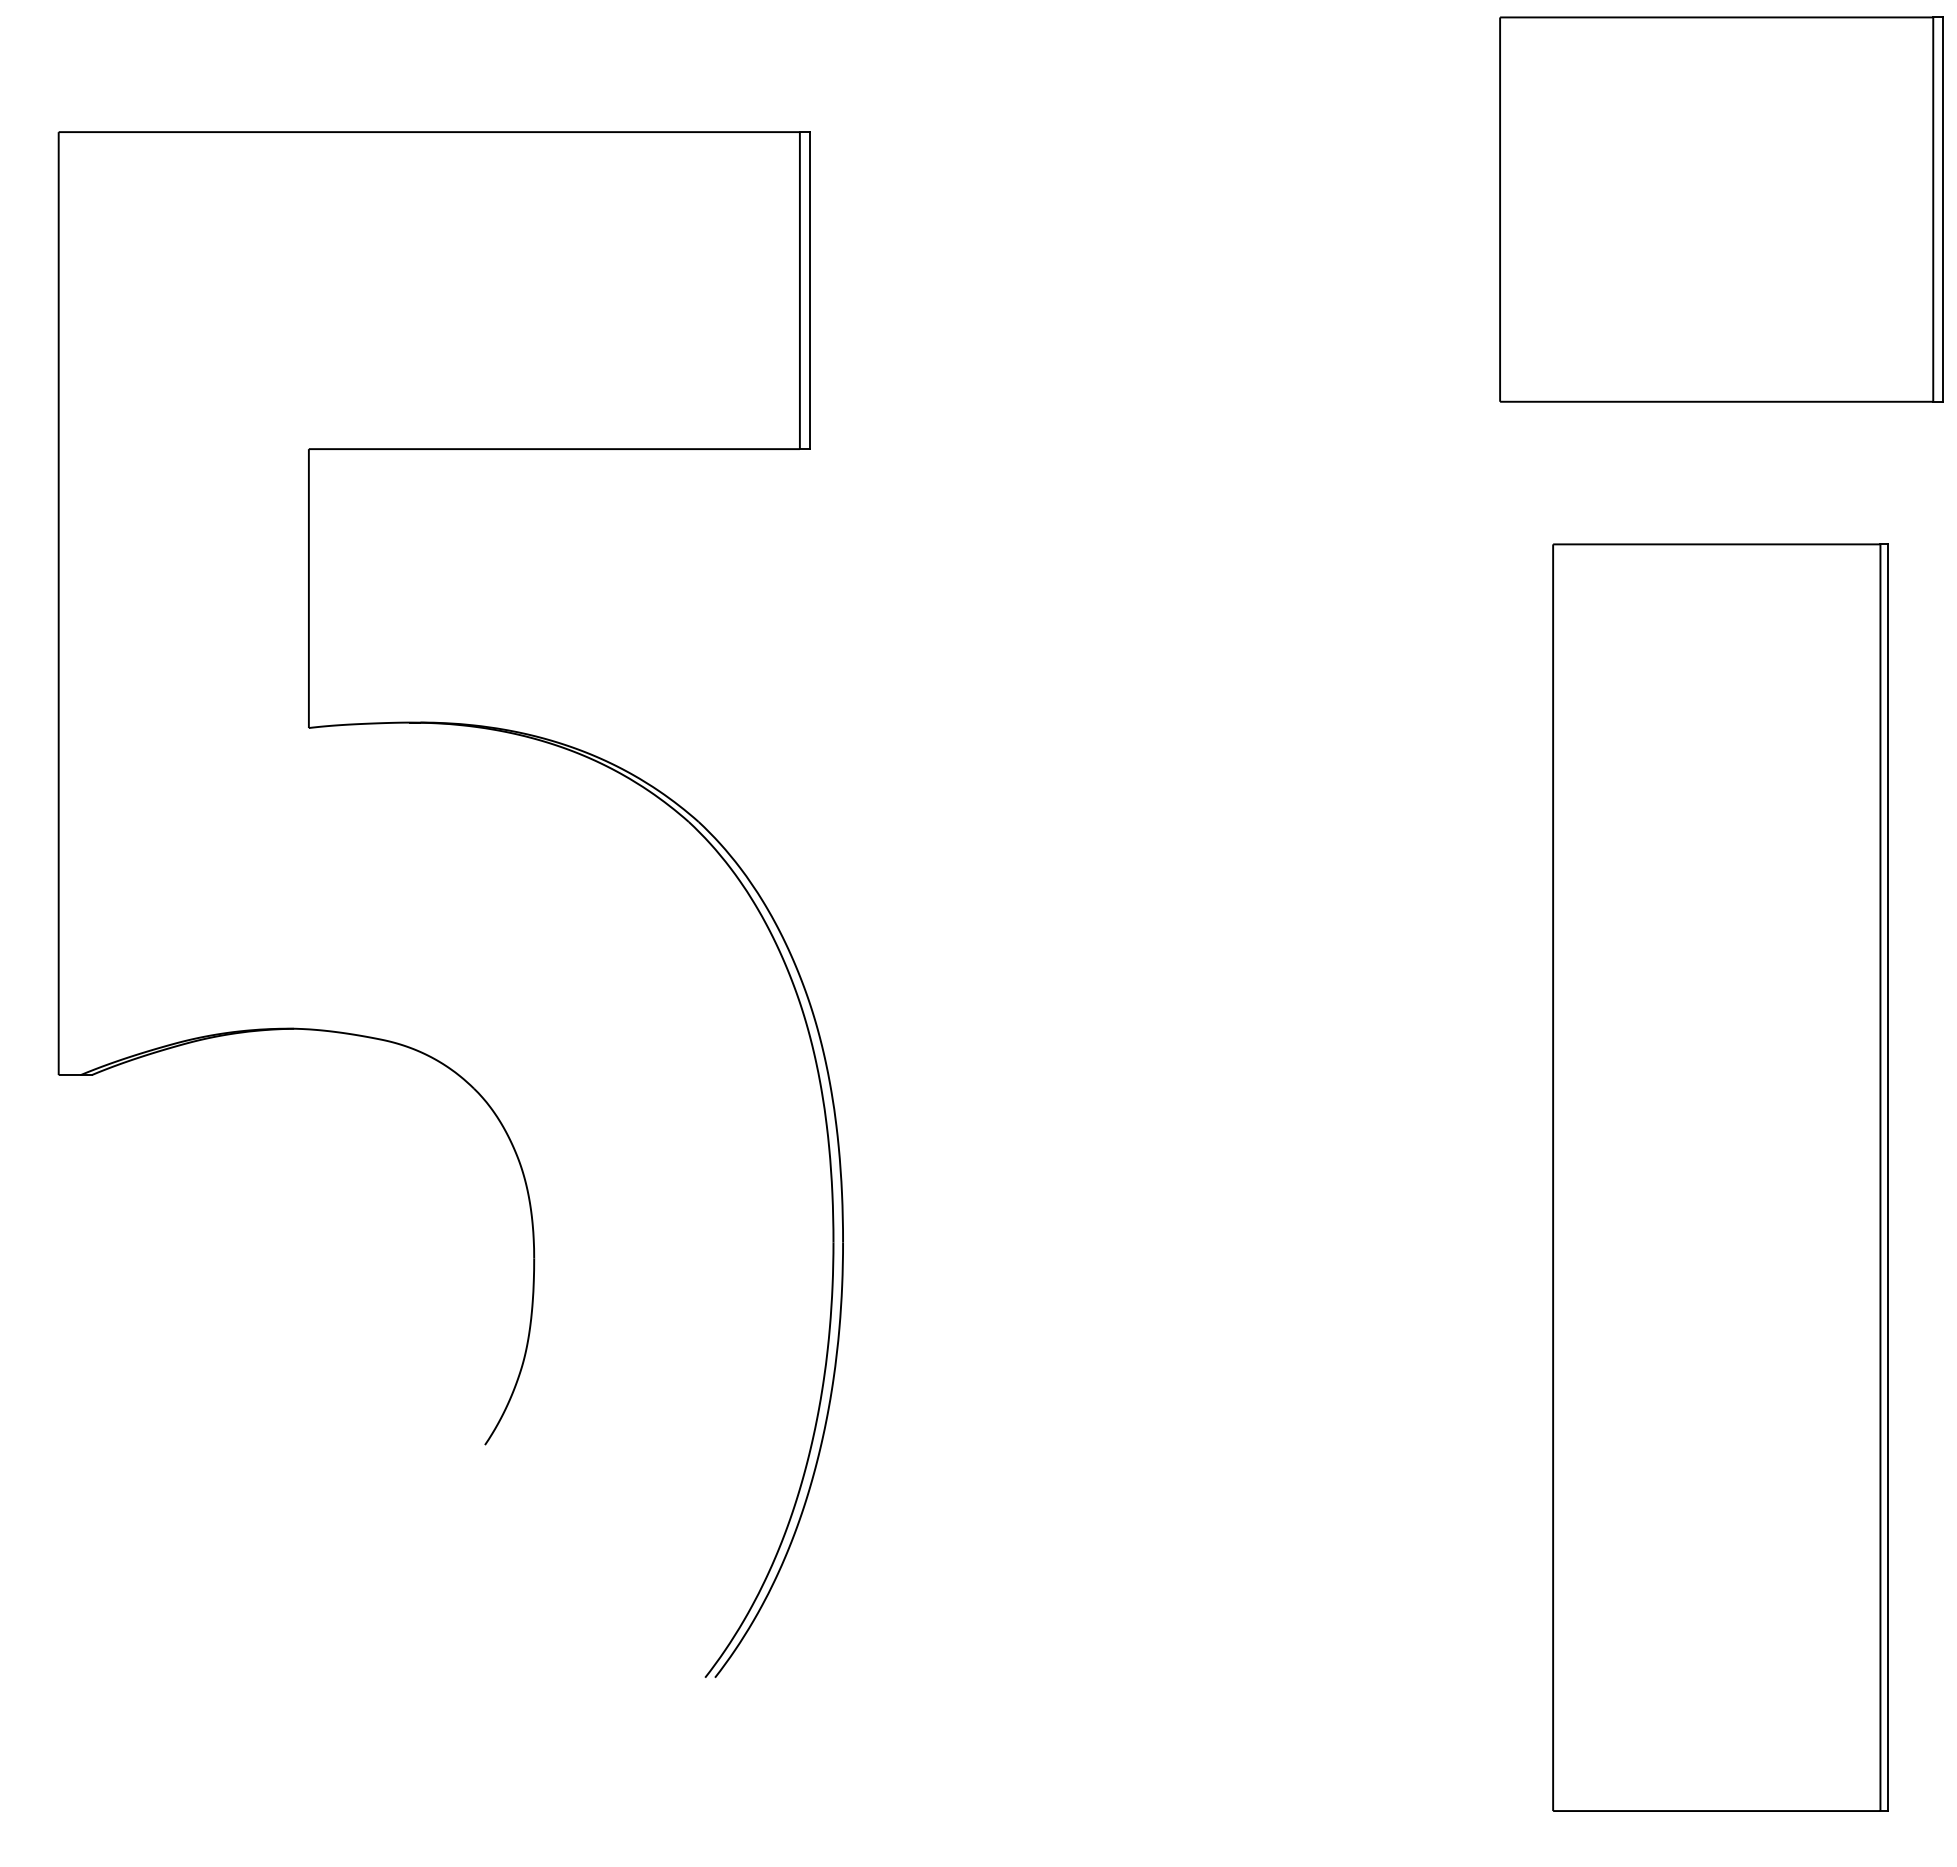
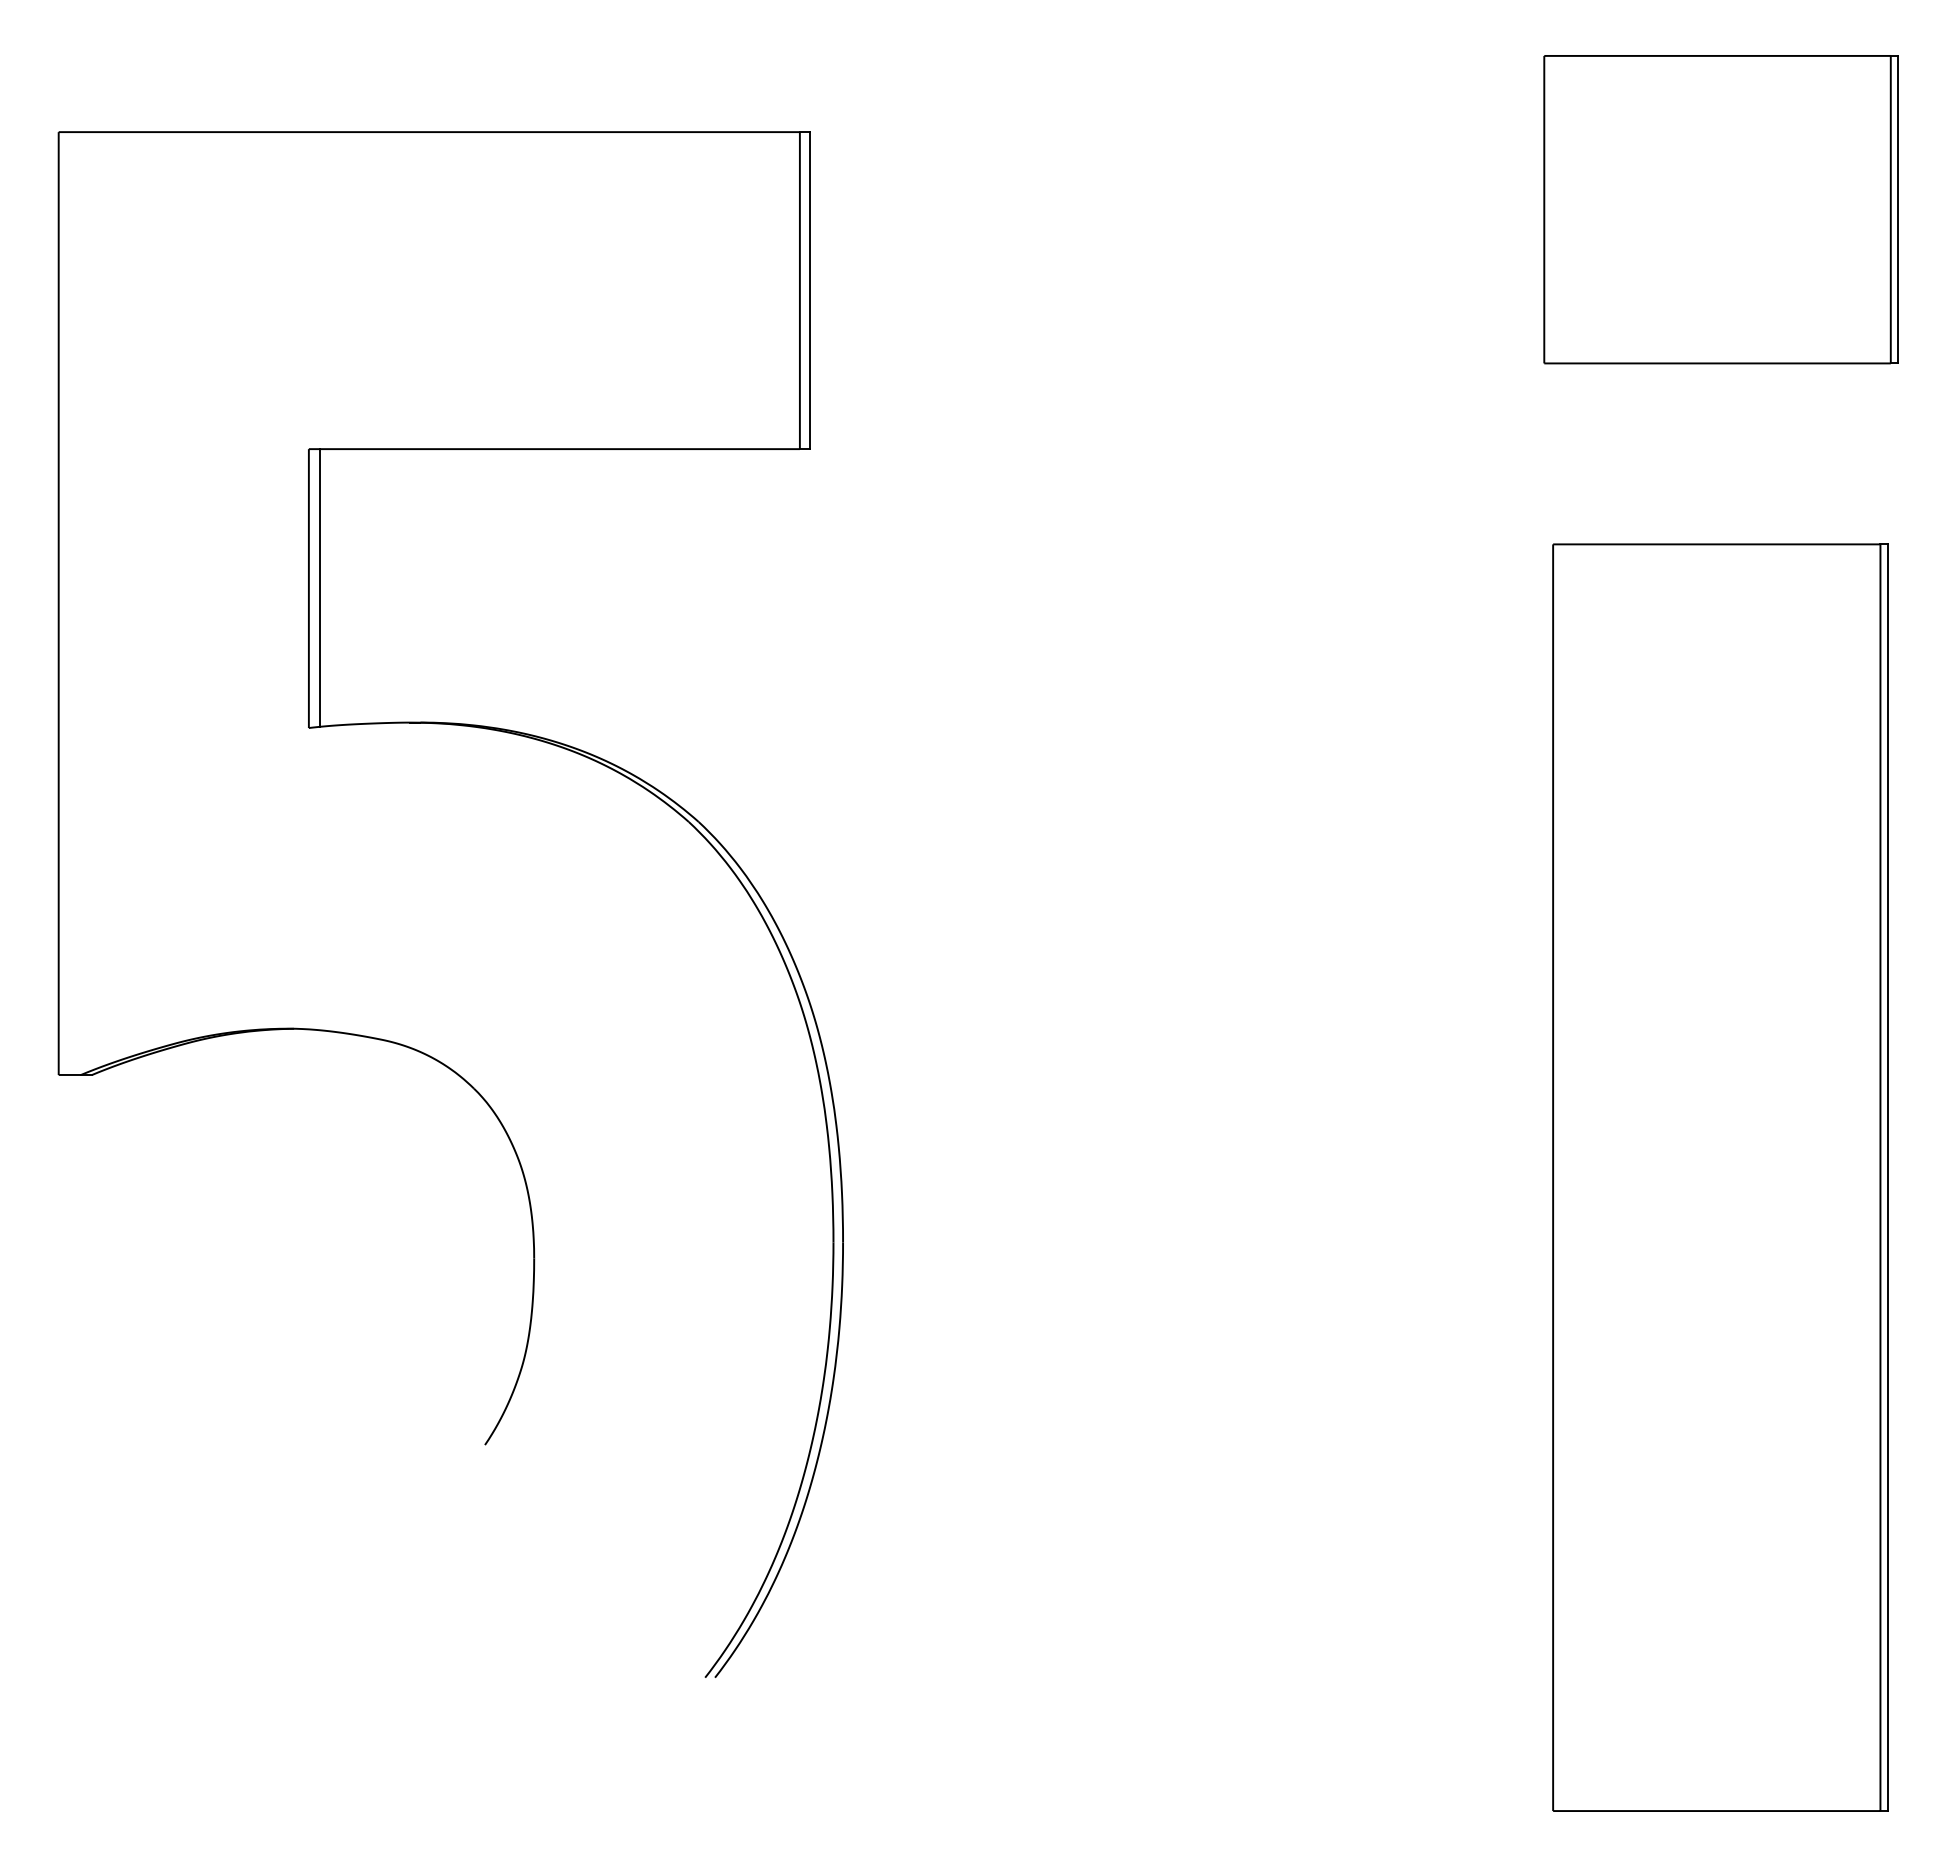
part at (1721, 209) size: 445x387 px -> 356x310 px
line at (319, 587): none -> present
